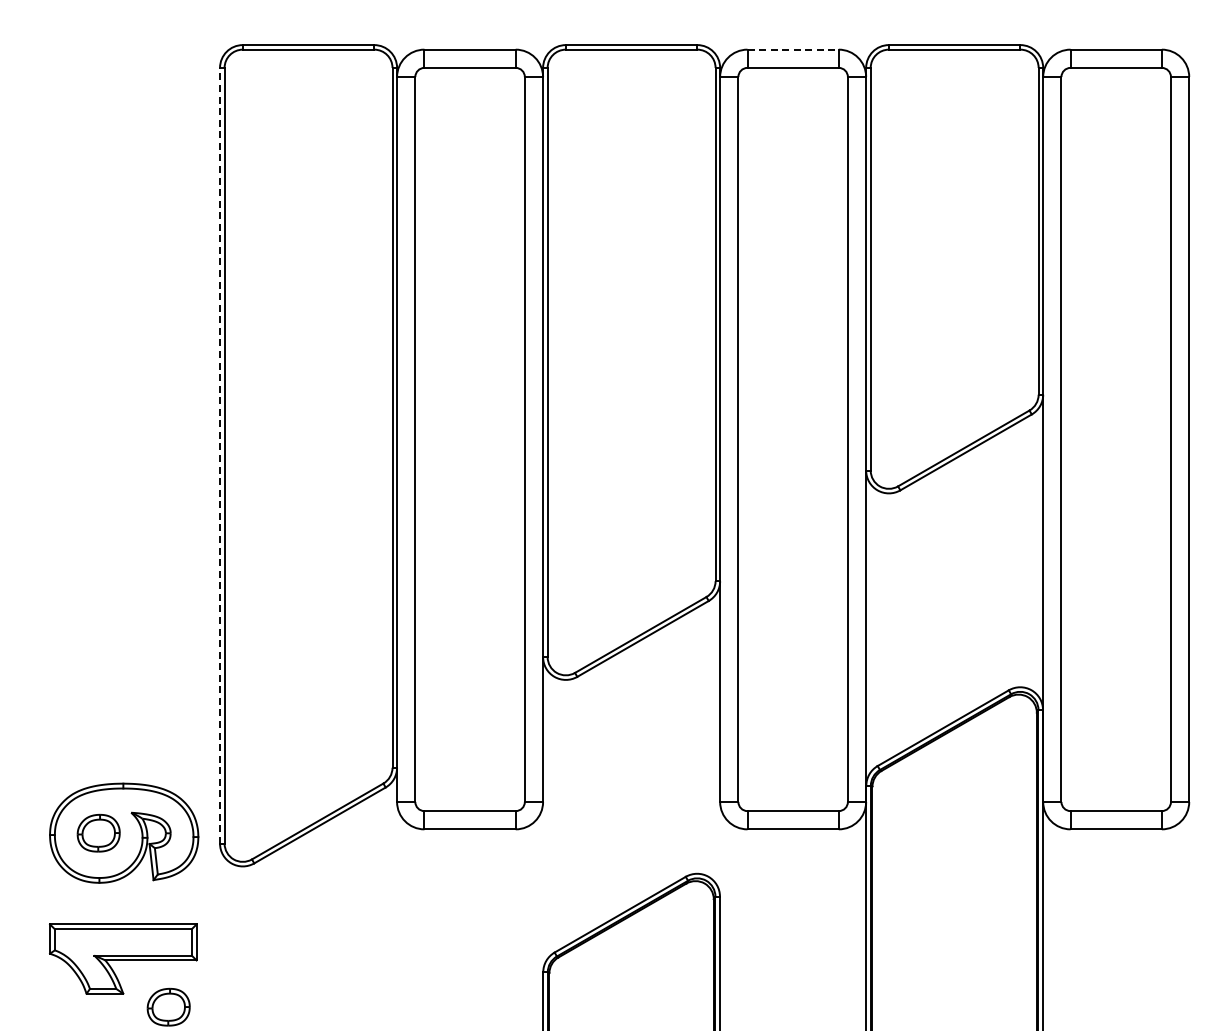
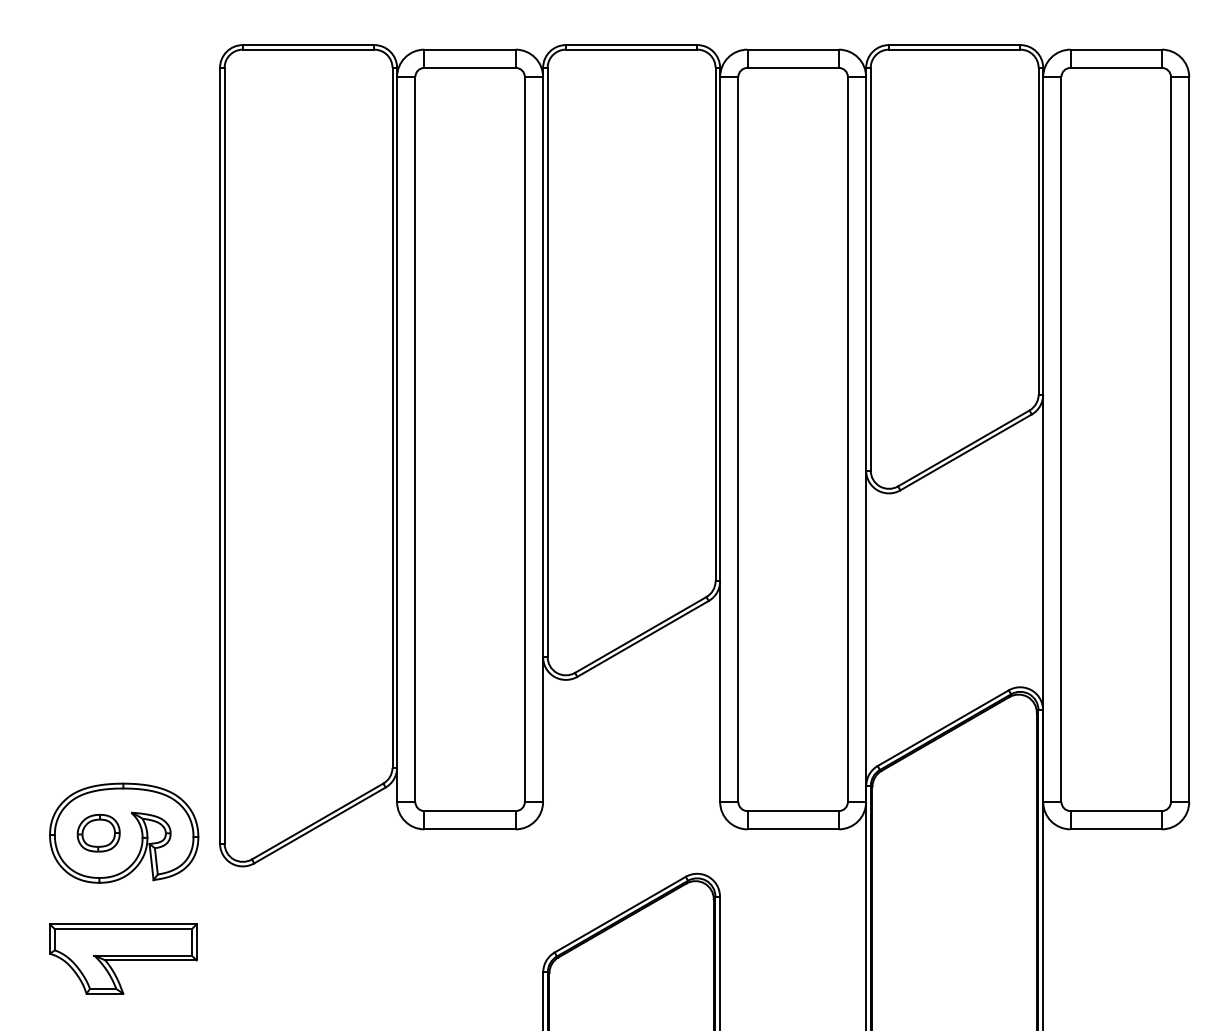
line at (793, 49): dashed -> solid
line at (220, 455): dashed -> solid
part at (168, 1006): present -> none
